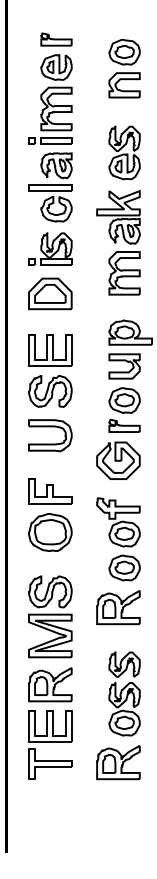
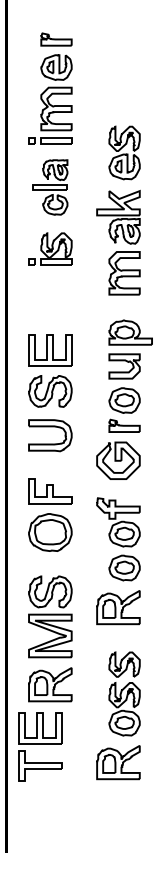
part at (124, 68): present -> none
part at (50, 187) size: 45x71 px -> 37x57 px
part at (50, 293): present -> none
part at (50, 744) position: (50, 744) -> (40, 746)
